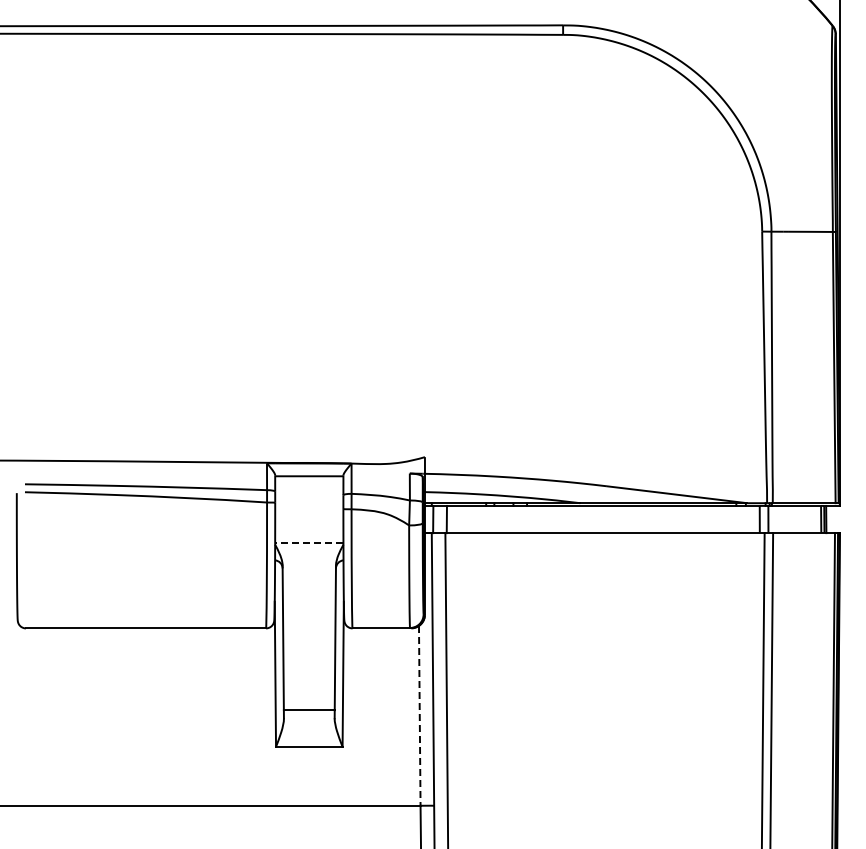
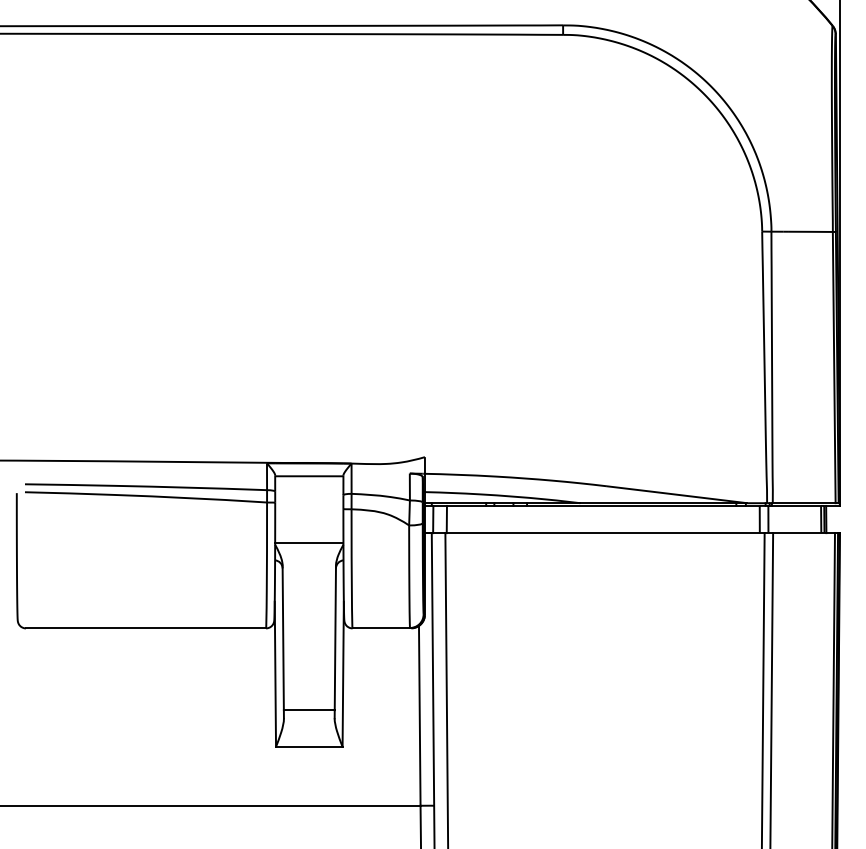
line at (308, 543): dashed -> solid
line at (419, 715): dashed -> solid
